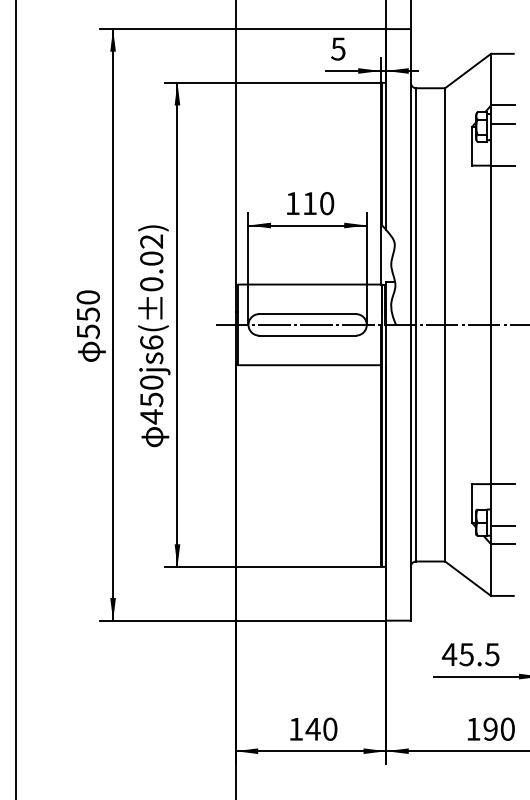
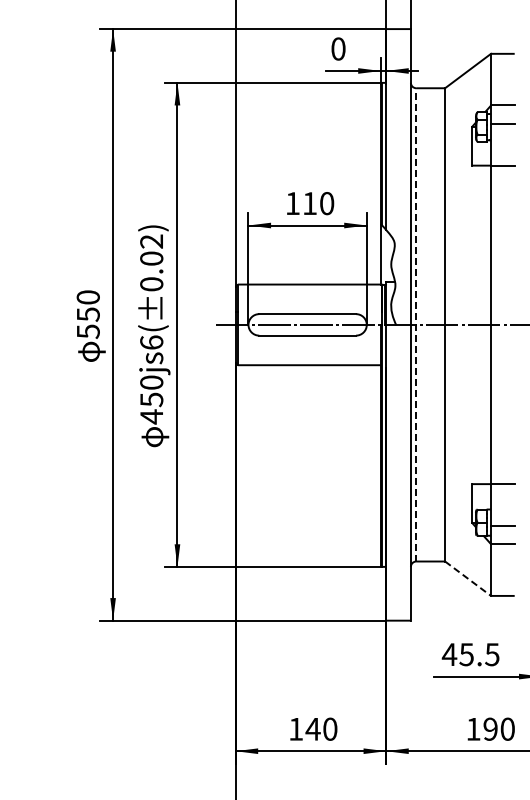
text at (338, 48): 5 -> 0
line at (416, 324): solid -> dashed
line at (15, 399): present -> none
line at (468, 578): solid -> dashed
